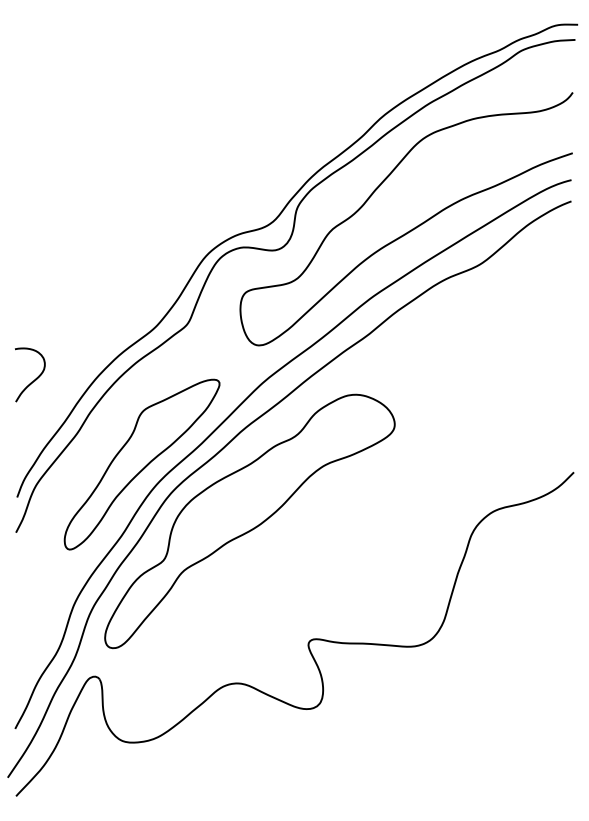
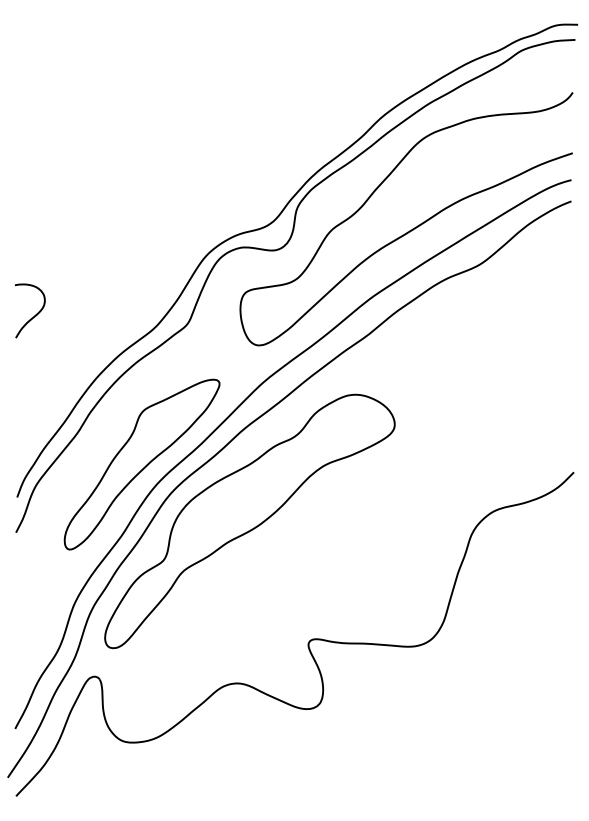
curve at (35, 378) position: (35, 378) -> (35, 314)
